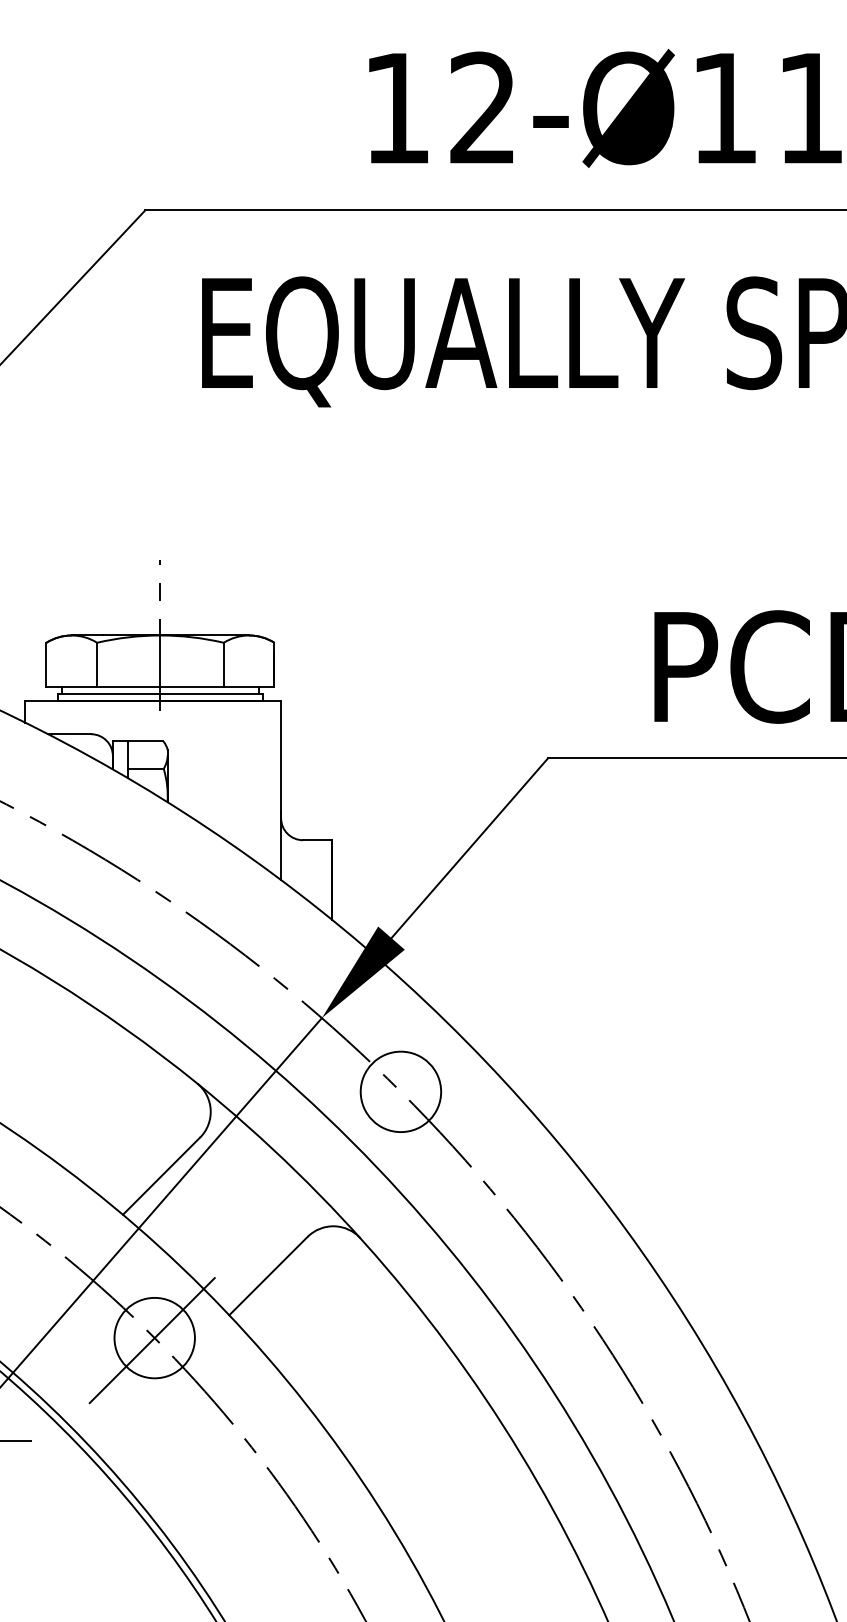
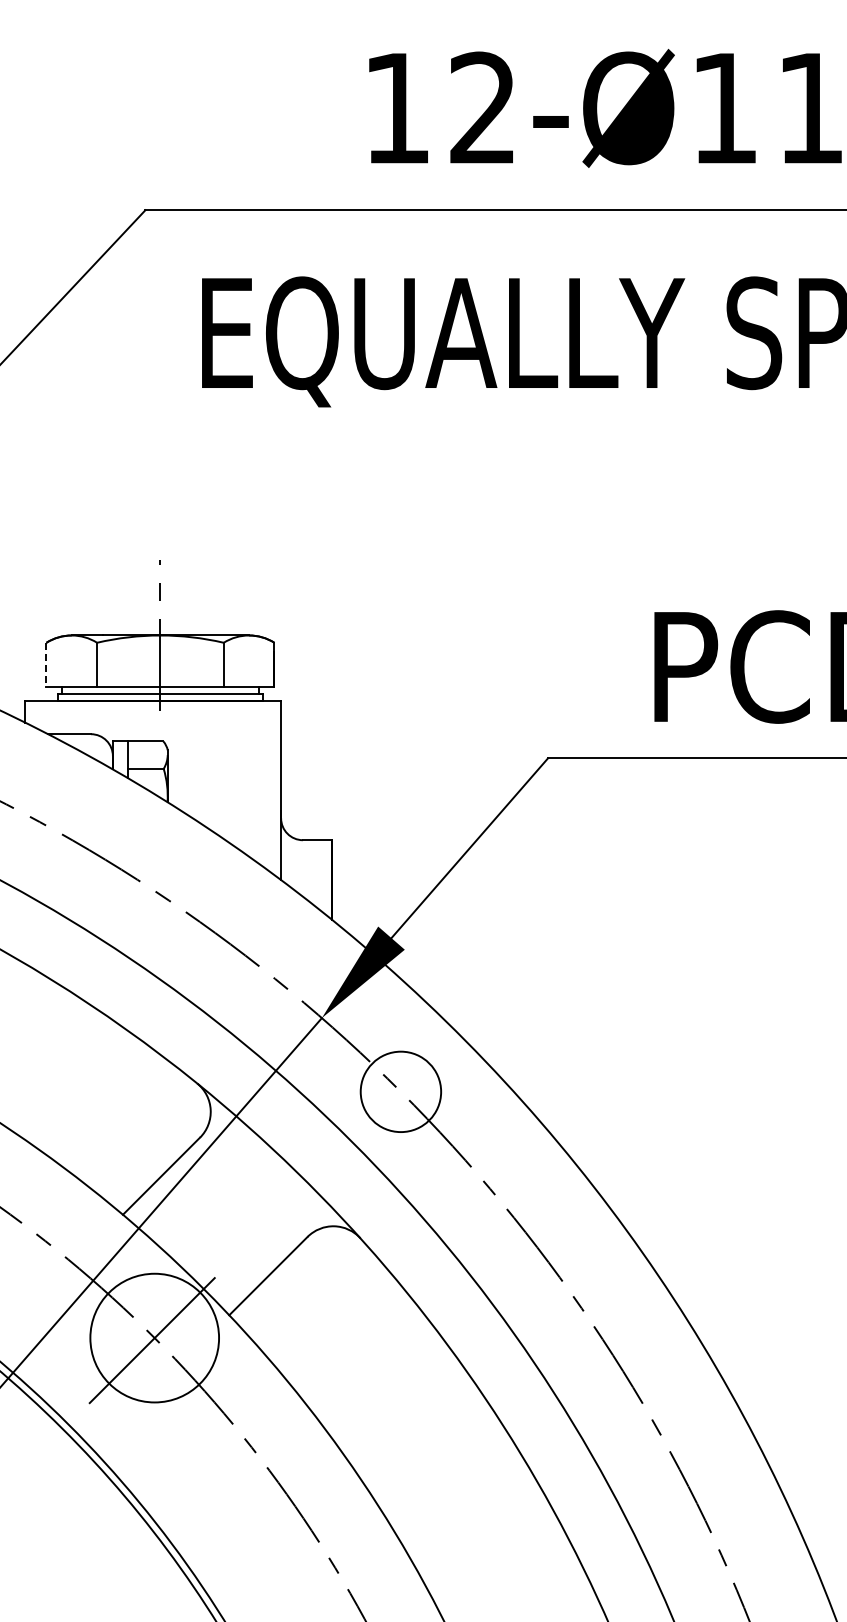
line at (46, 664): solid -> dashed
circle at (154, 1337) diameter: 80 px -> 129 px
line at (17, 1441): present -> none
